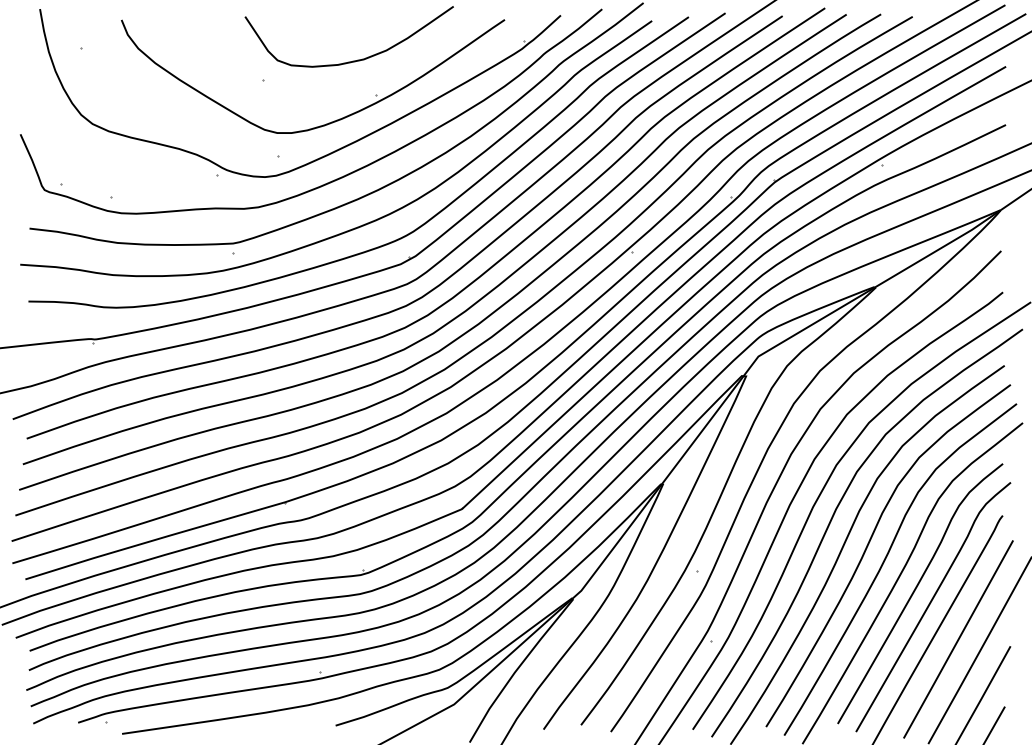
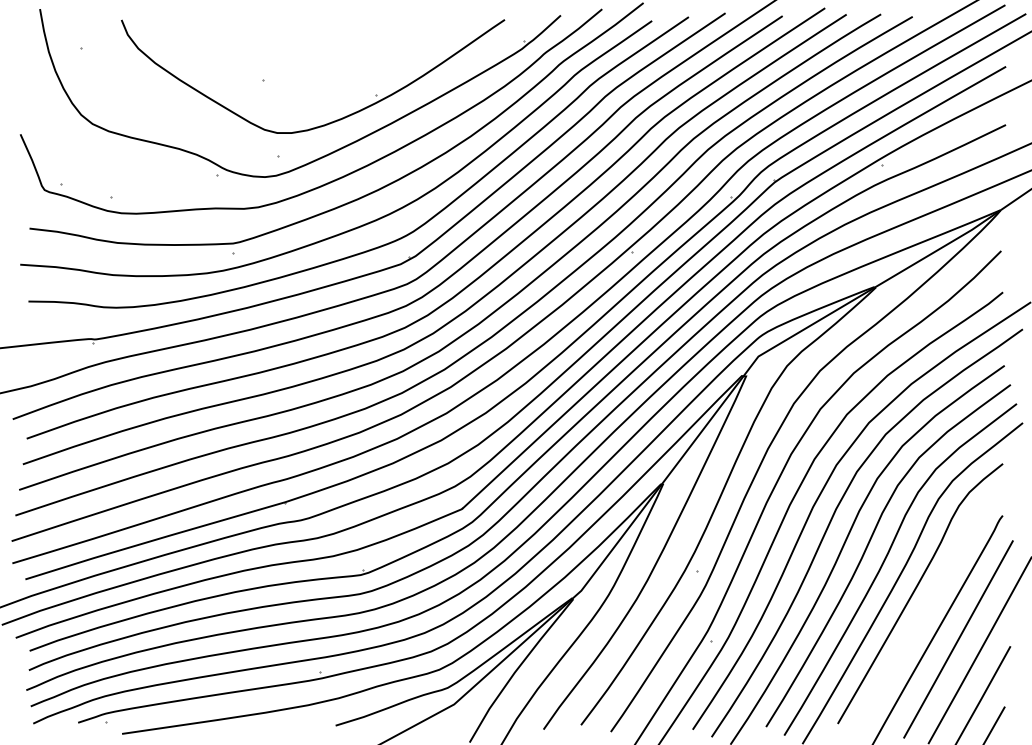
curve at (352, 60): present -> none
curve at (929, 606): present -> none
